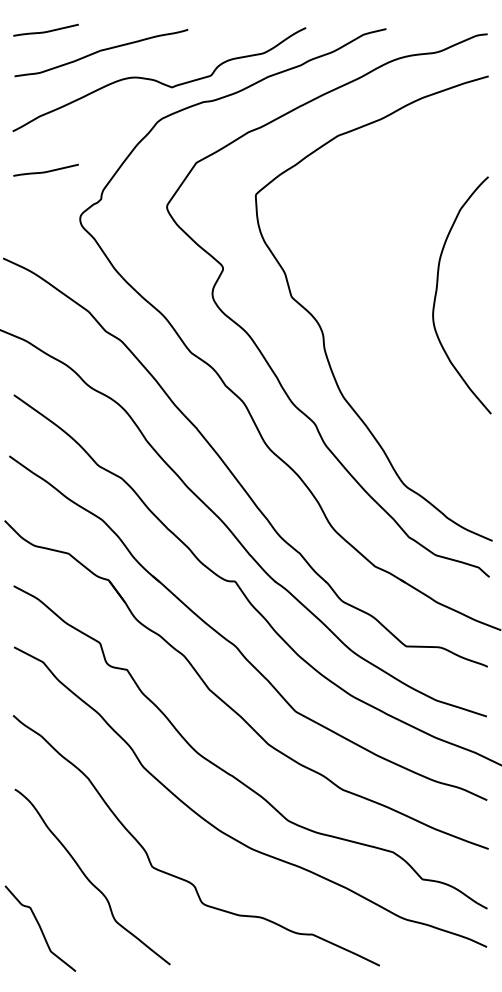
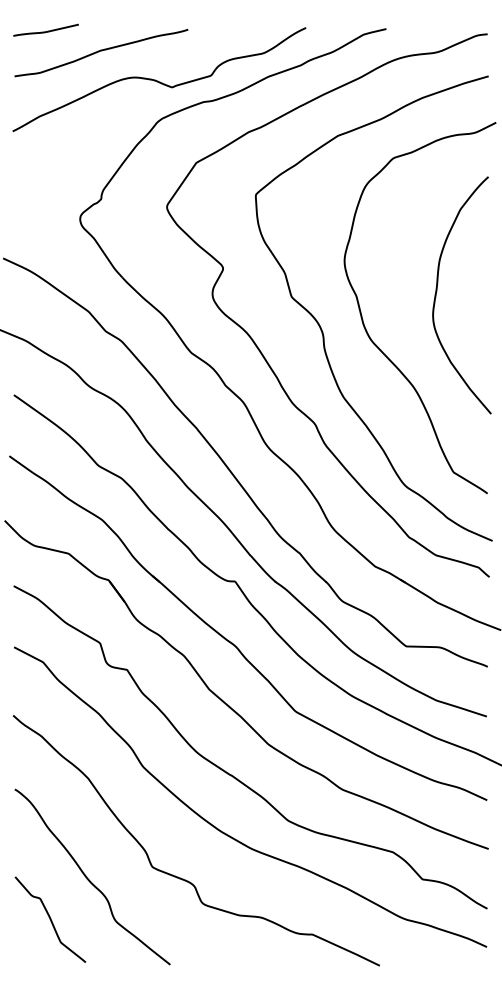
curve at (45, 171): present -> none
curve at (379, 347): none -> present
curve at (40, 928) position: (40, 928) -> (50, 919)
